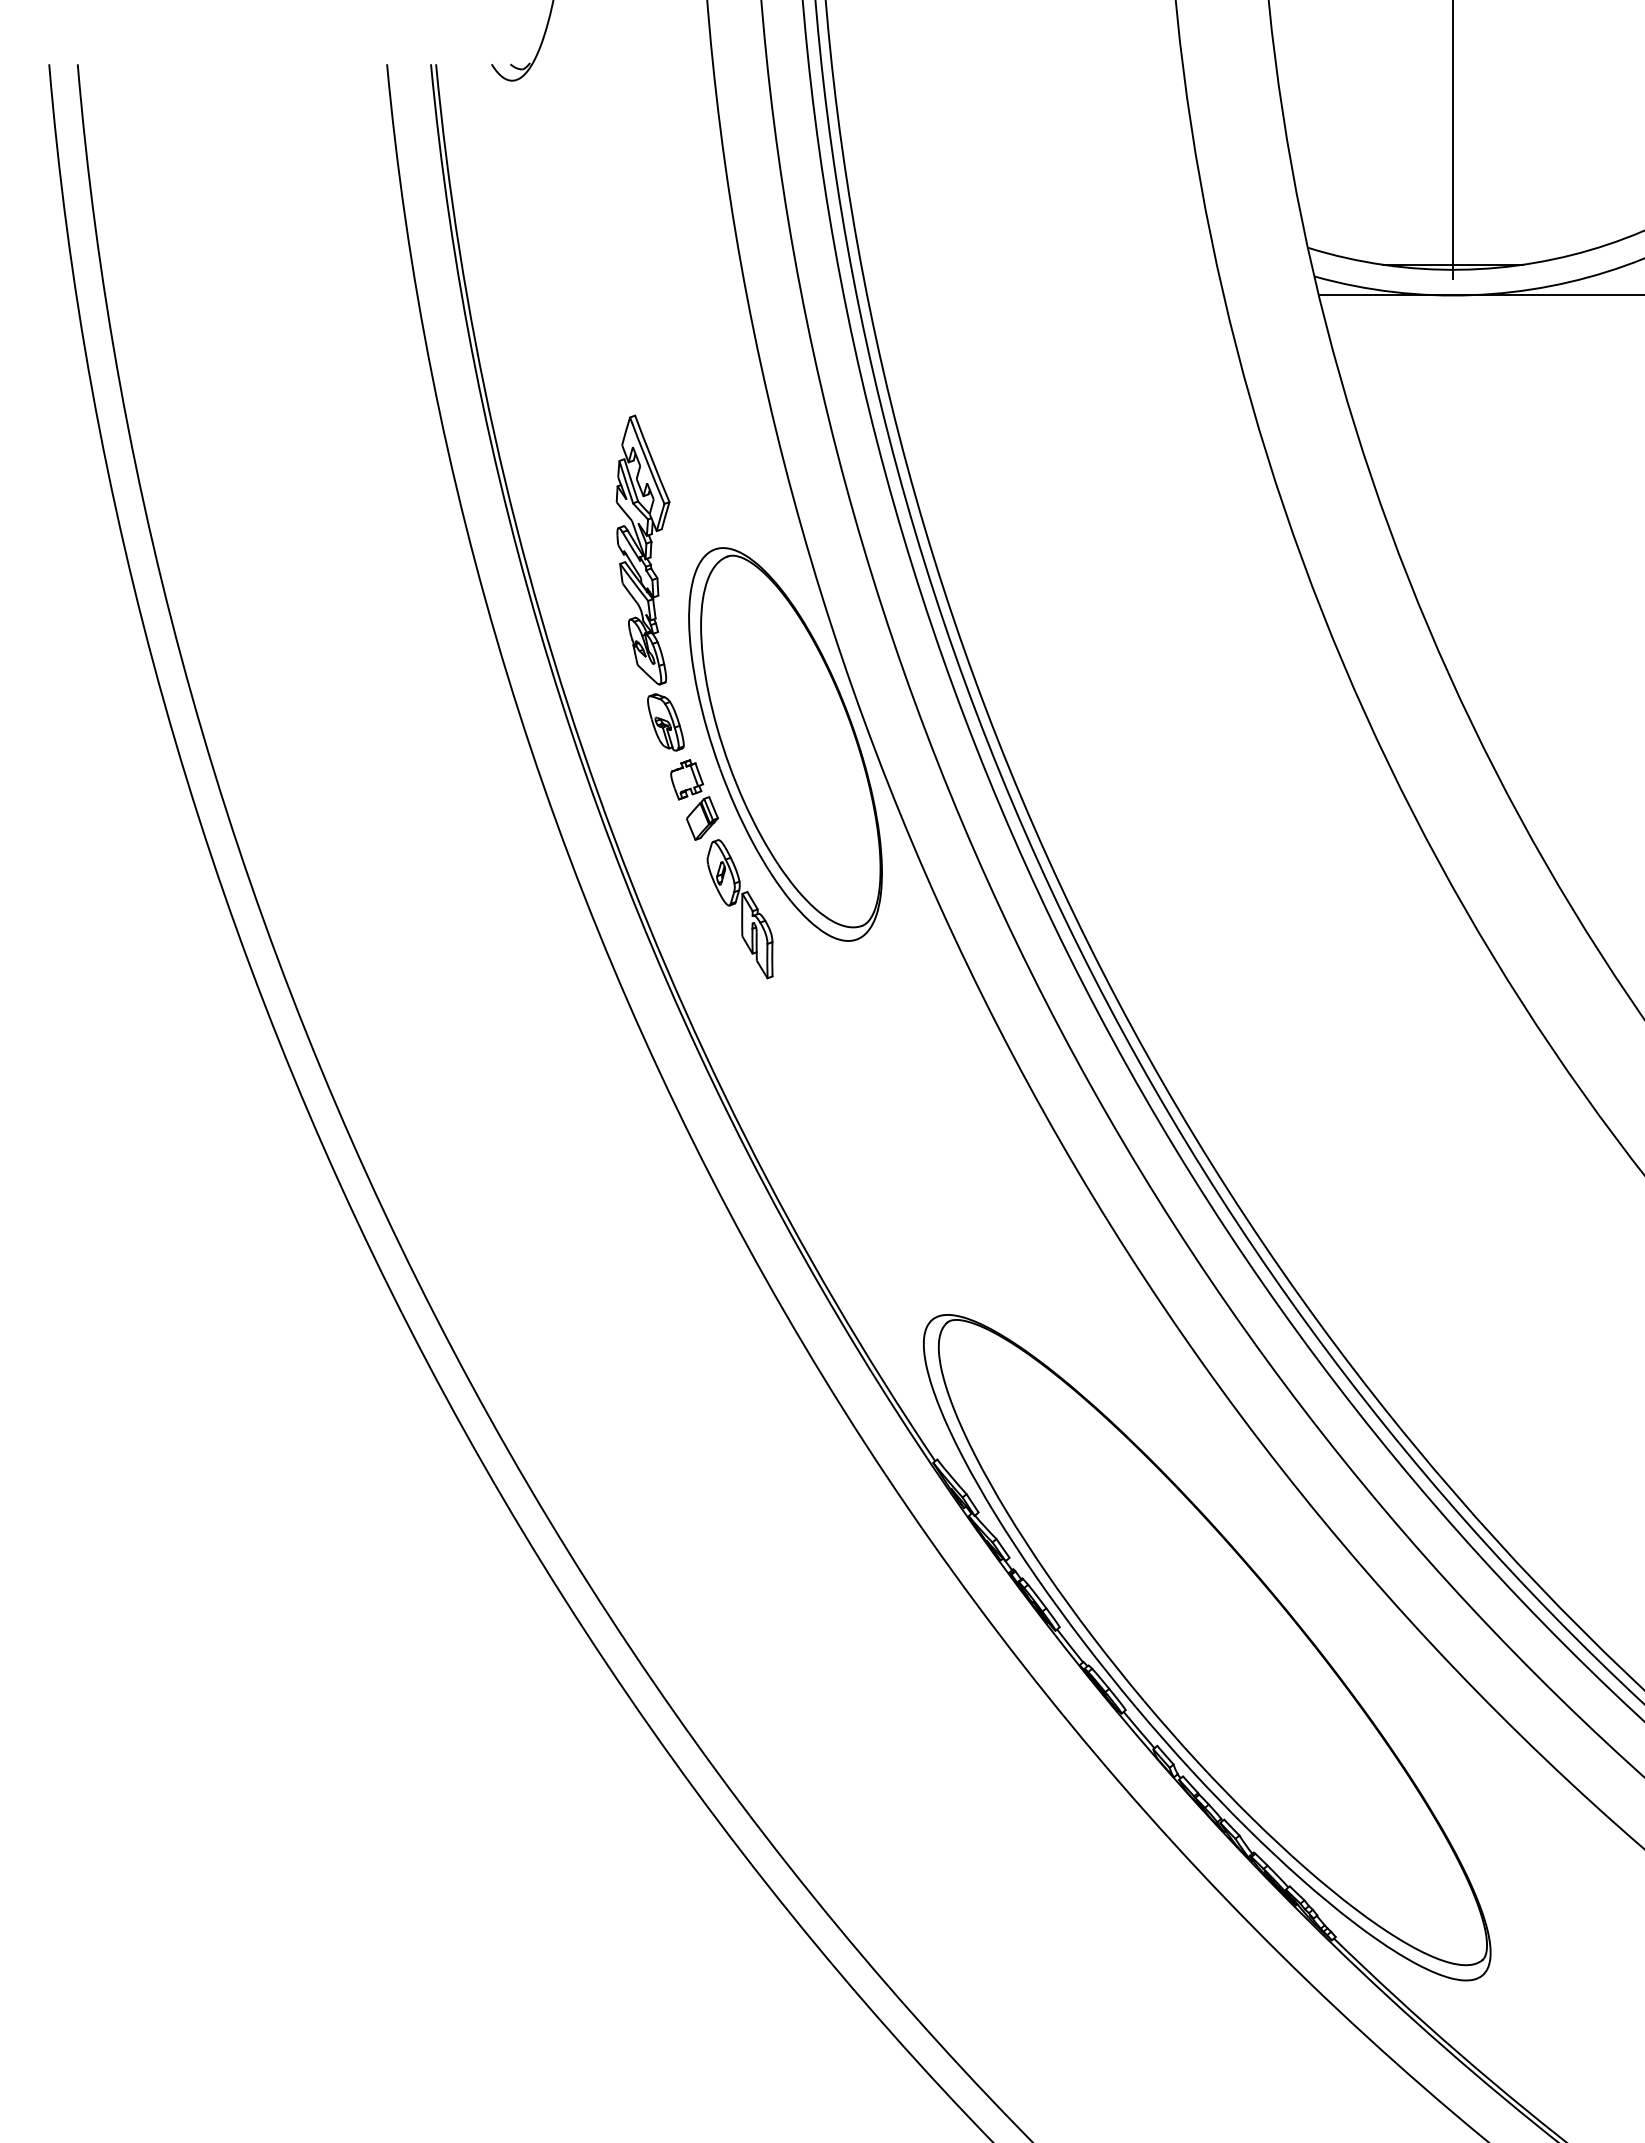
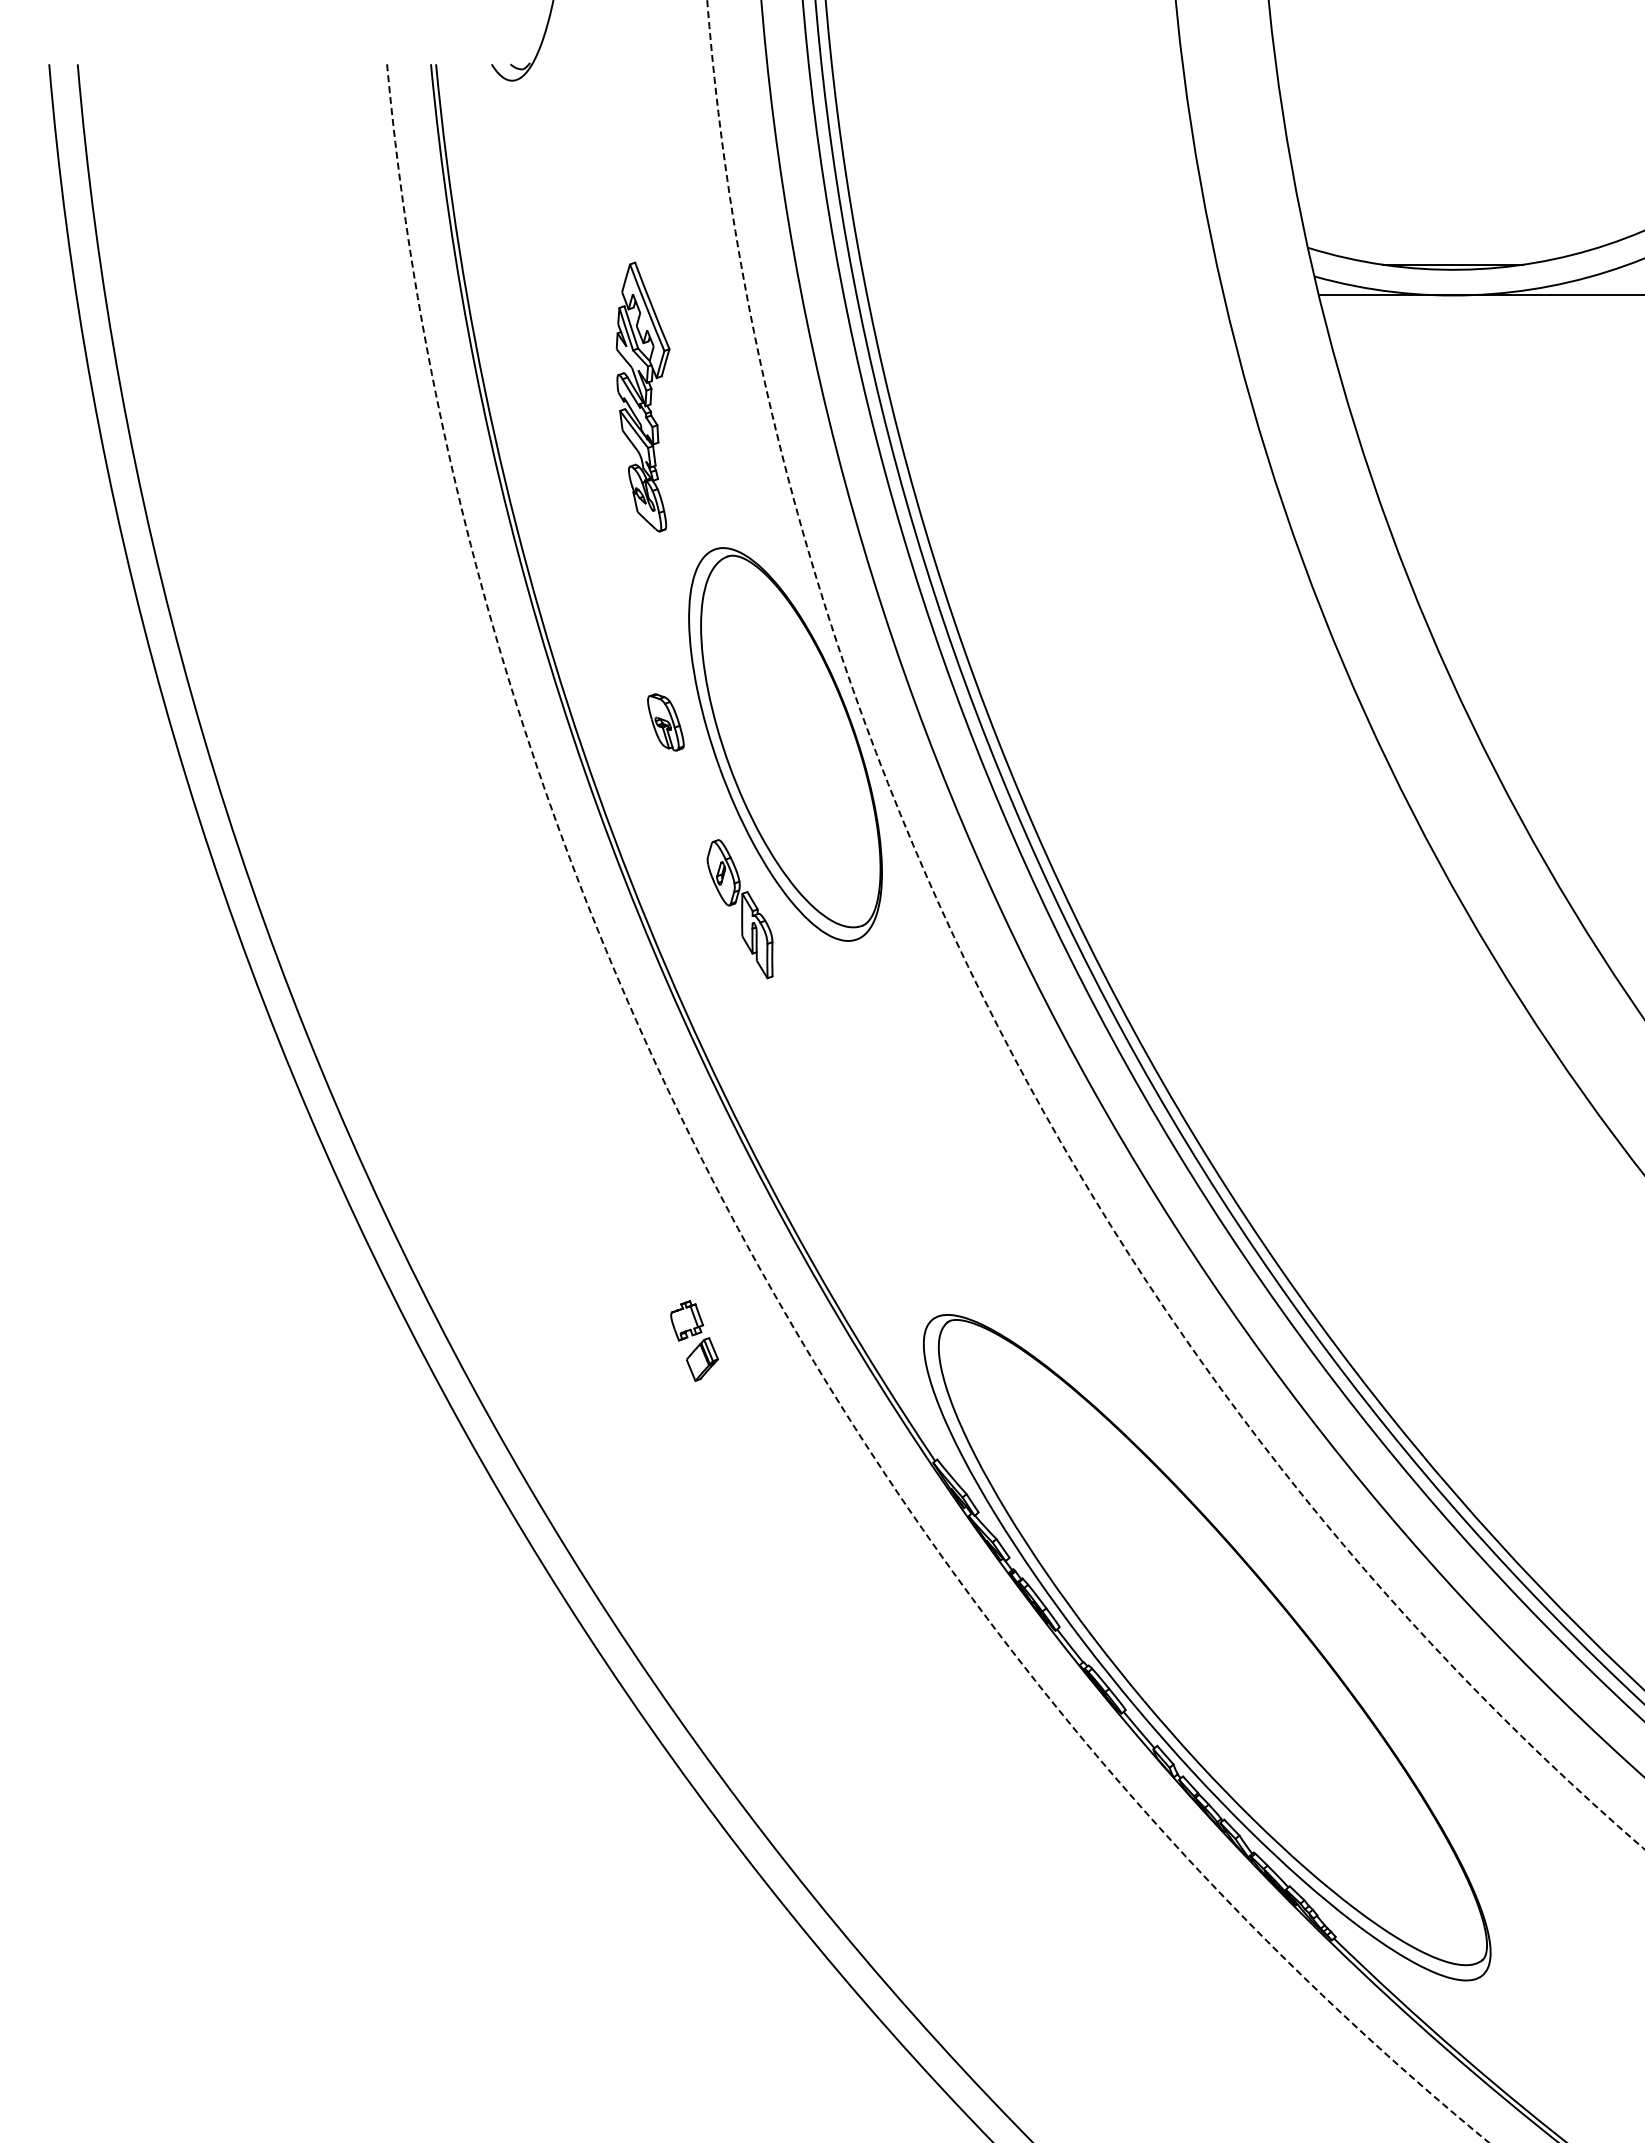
line at (1452, 141): present -> none
part at (642, 549) position: (642, 549) -> (642, 396)
part at (694, 799) position: (694, 799) -> (694, 1340)
circle at (1175, 924): solid -> dashed
arc at (730, 1213): solid -> dashed
